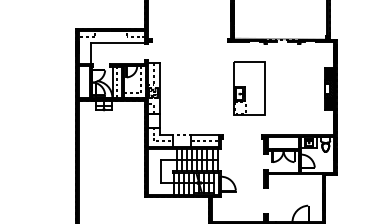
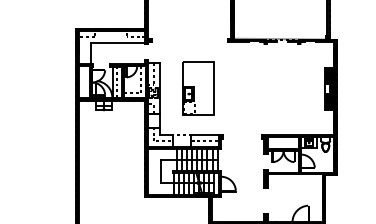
part at (249, 88) position: (249, 88) -> (198, 88)
